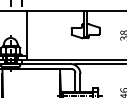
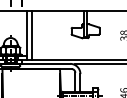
line at (31, 35): none -> present
